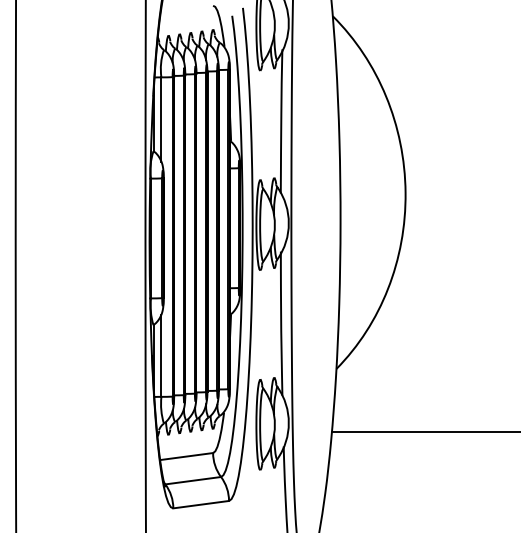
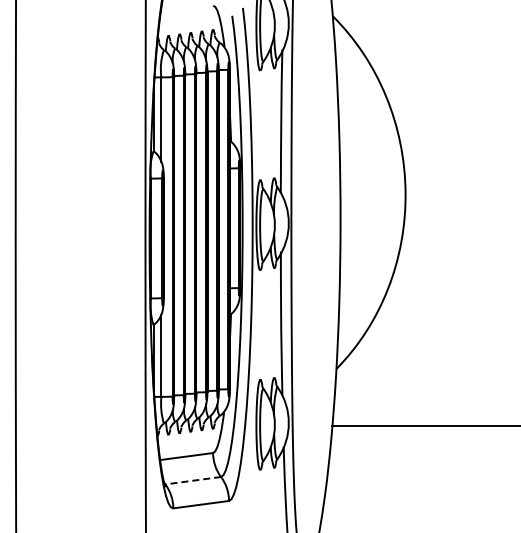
line at (424, 432) position: (424, 432) -> (424, 426)
line at (192, 480): solid -> dashed
